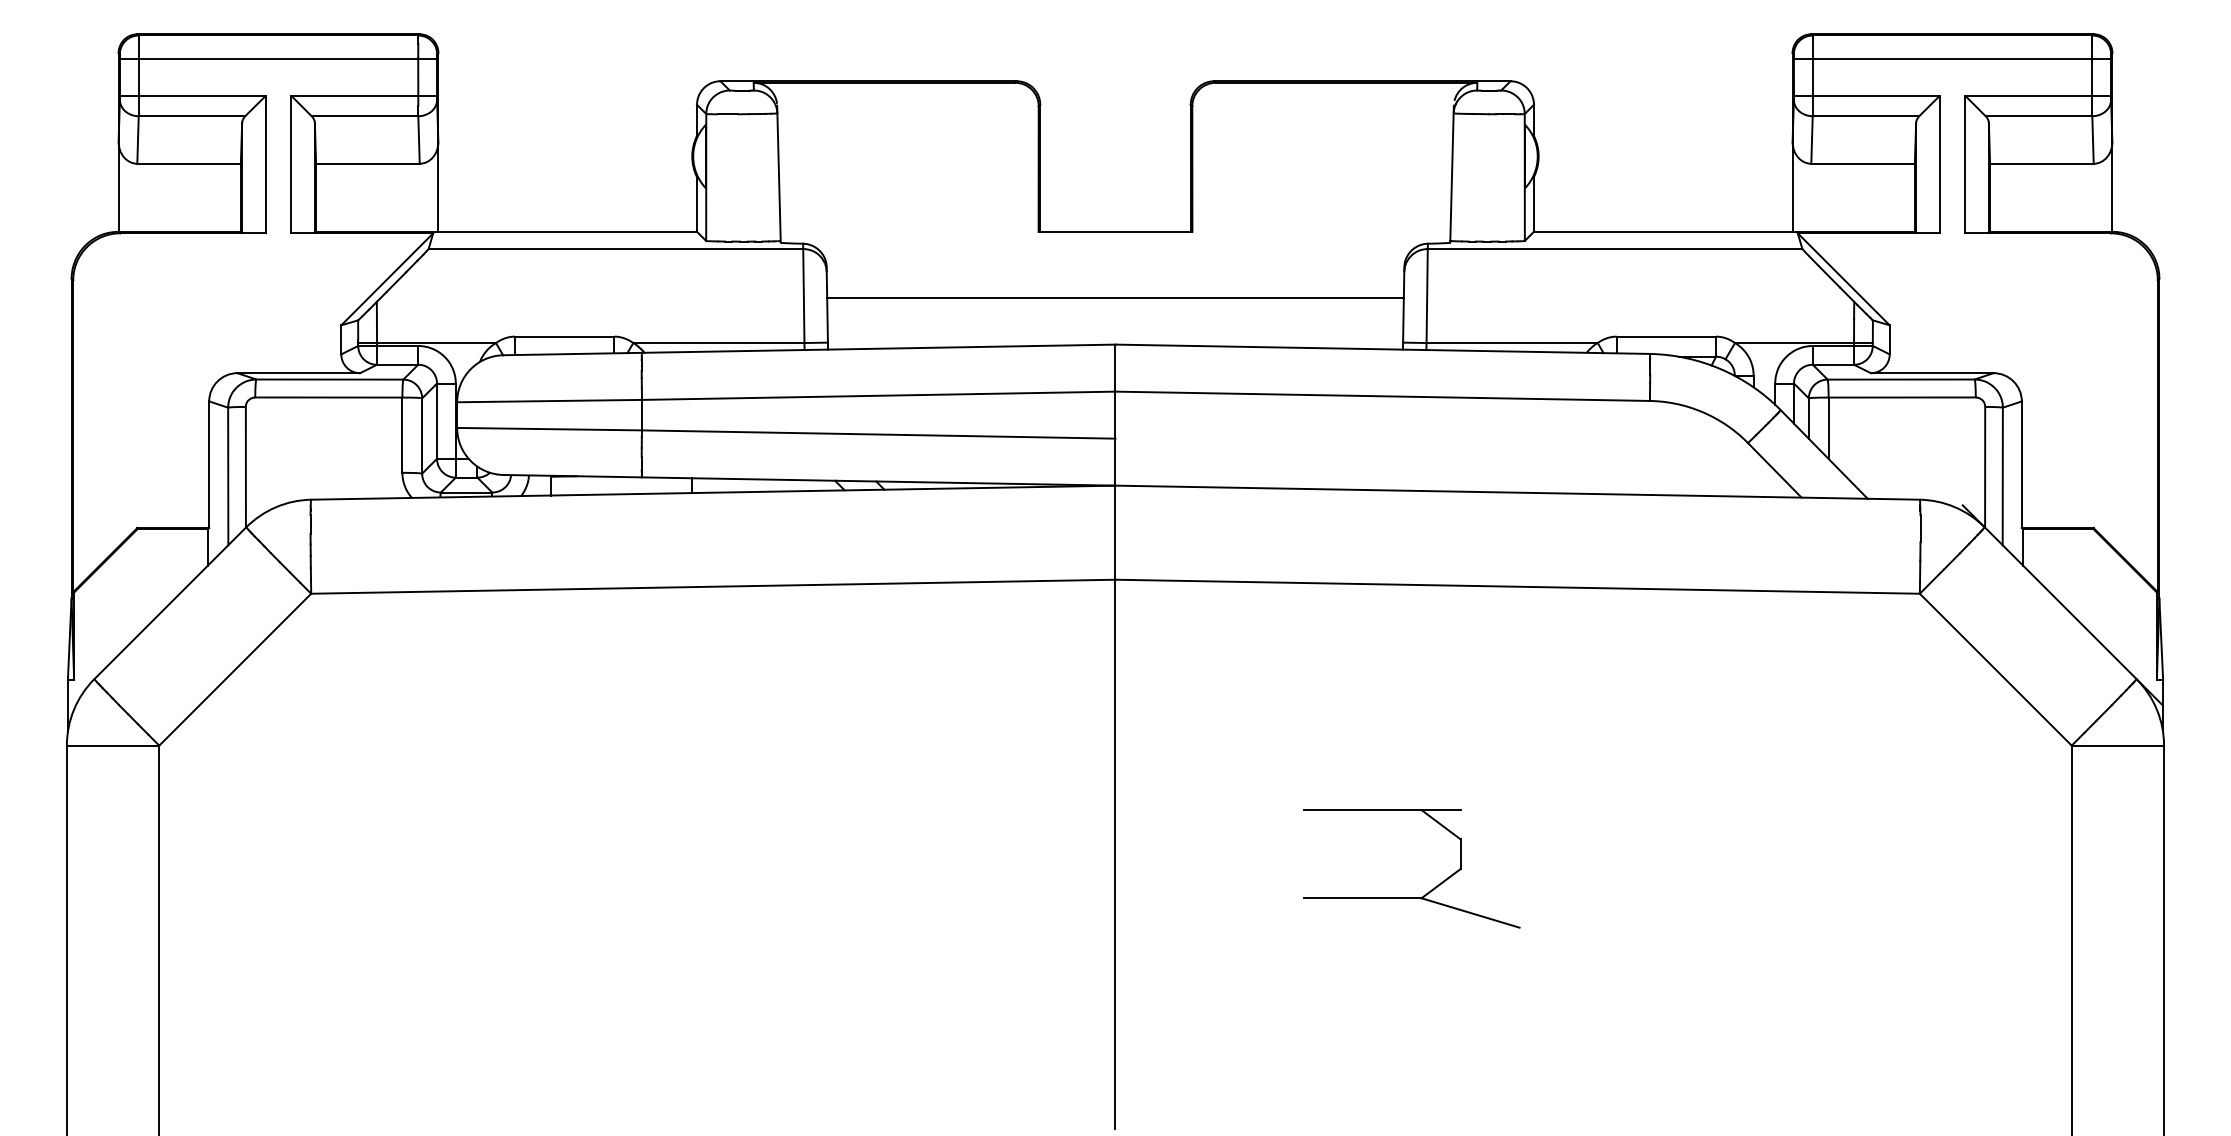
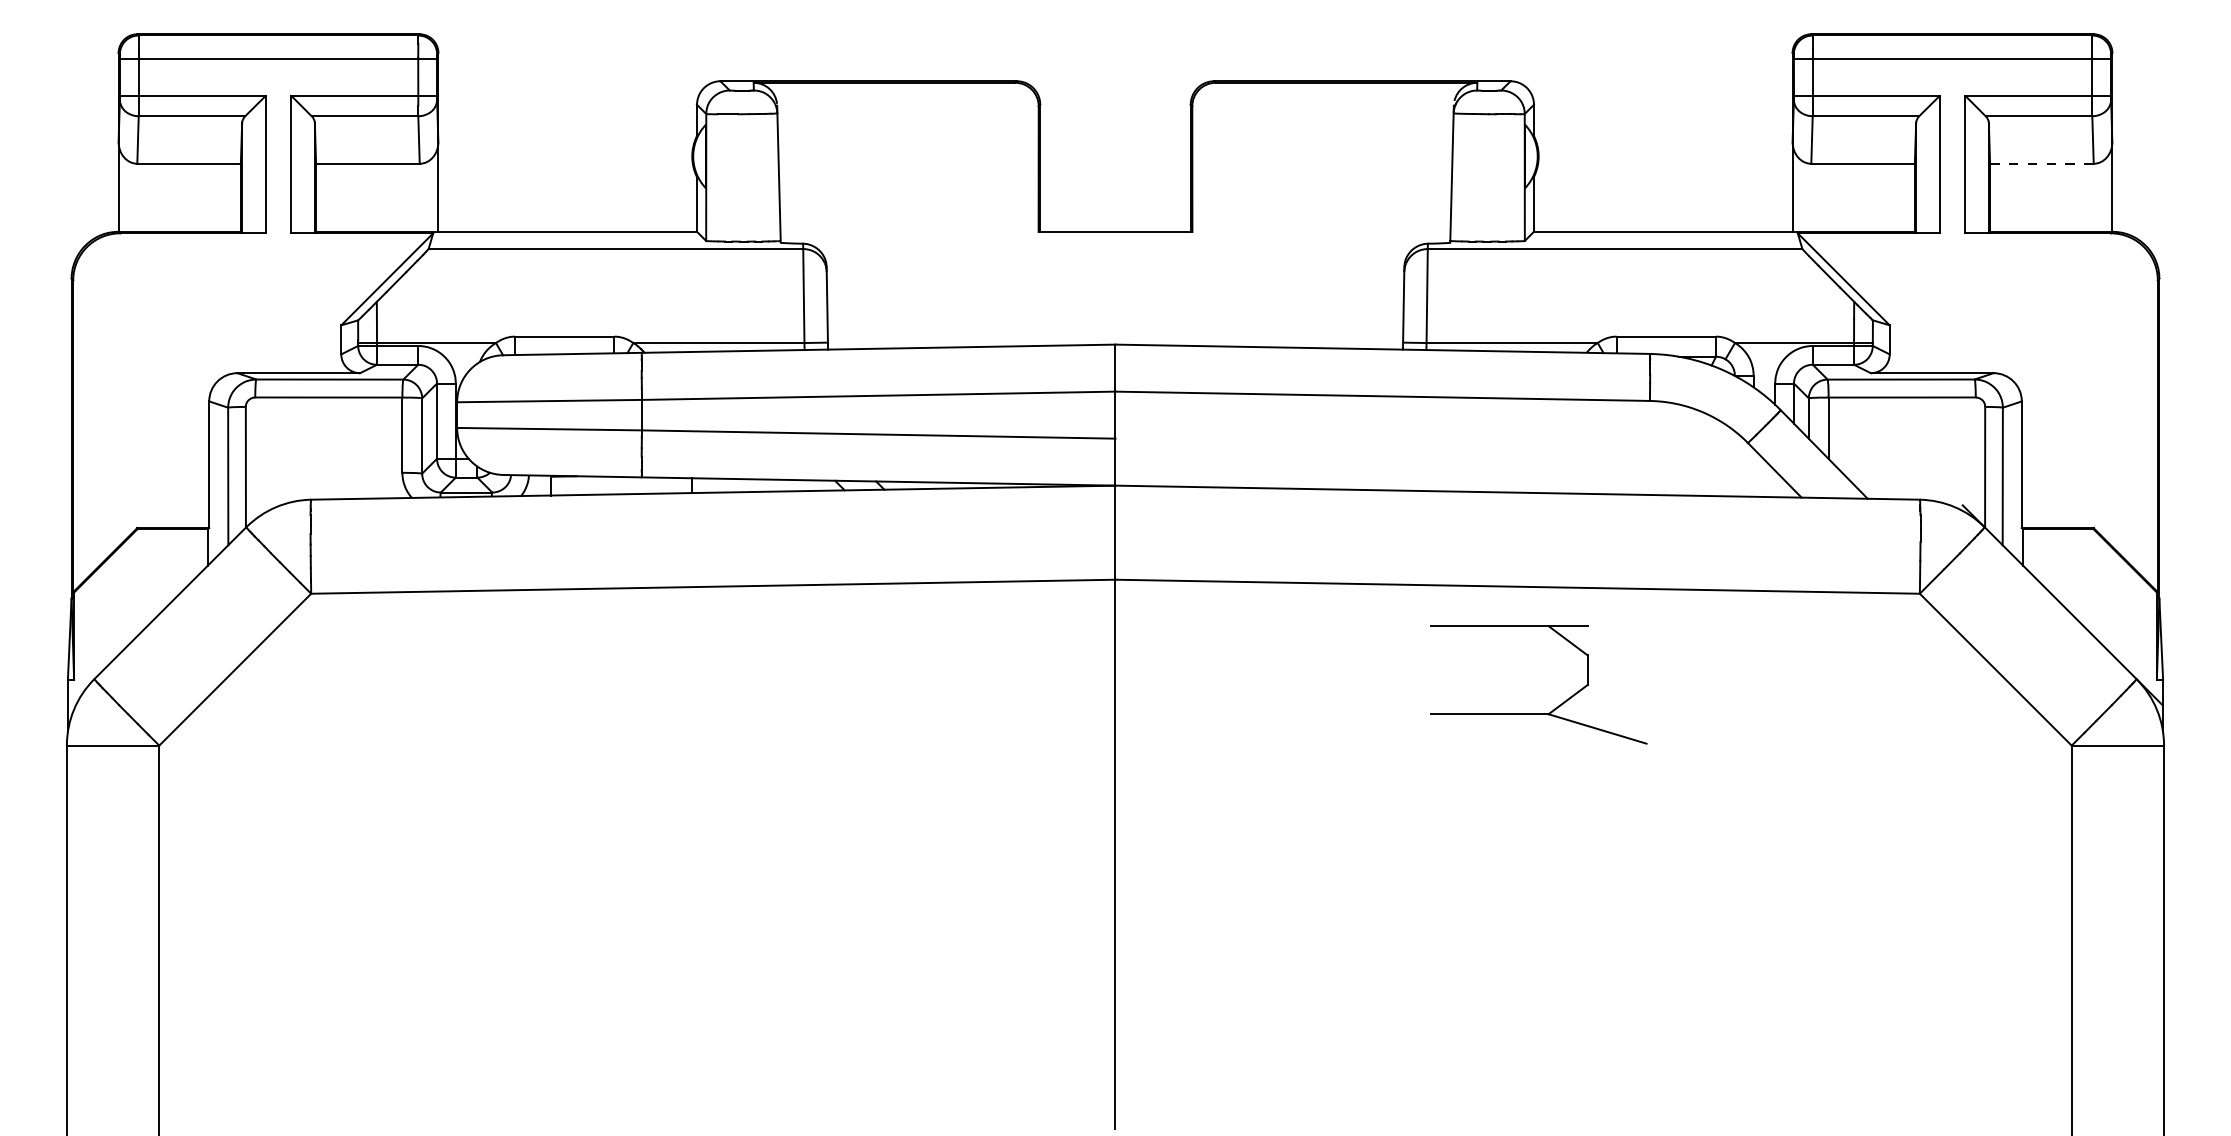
line at (2041, 163): solid -> dashed
line at (1115, 297): present -> none
part at (1428, 891) position: (1428, 891) -> (1555, 707)
